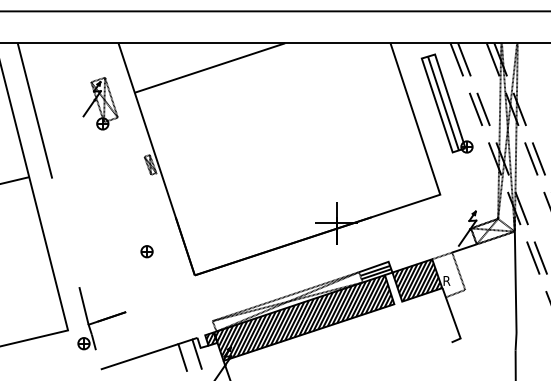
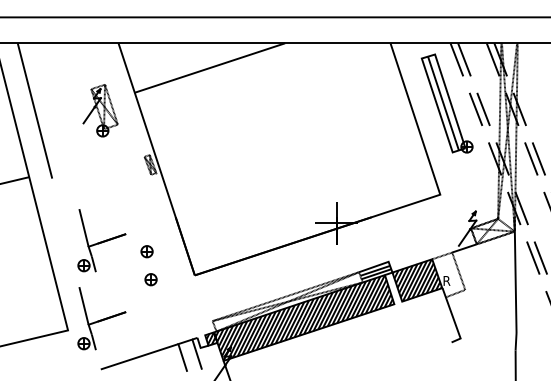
line at (274, 11) position: (274, 11) -> (274, 17)
part at (100, 103) position: (100, 103) -> (100, 110)
part at (101, 240): none -> present
part at (150, 279): none -> present
